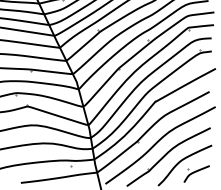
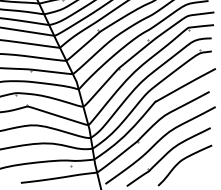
part at (196, 173): present -> none
